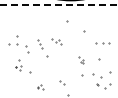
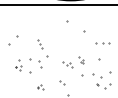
line at (58, 5): dashed -> solid
part at (56, 41) position: (56, 41) -> (67, 64)
part at (22, 48) position: (22, 48) -> (35, 63)
